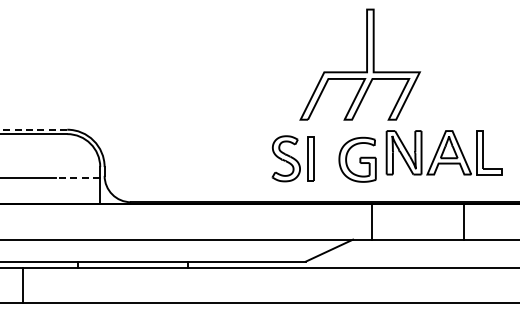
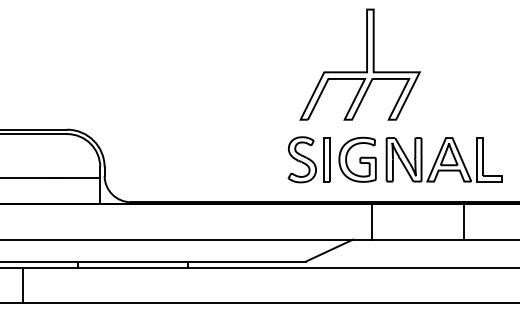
line at (33, 129): dashed -> solid
part at (443, 152) position: (443, 152) -> (443, 159)
part at (292, 158) position: (292, 158) -> (308, 159)
line at (78, 178): dashed -> solid
